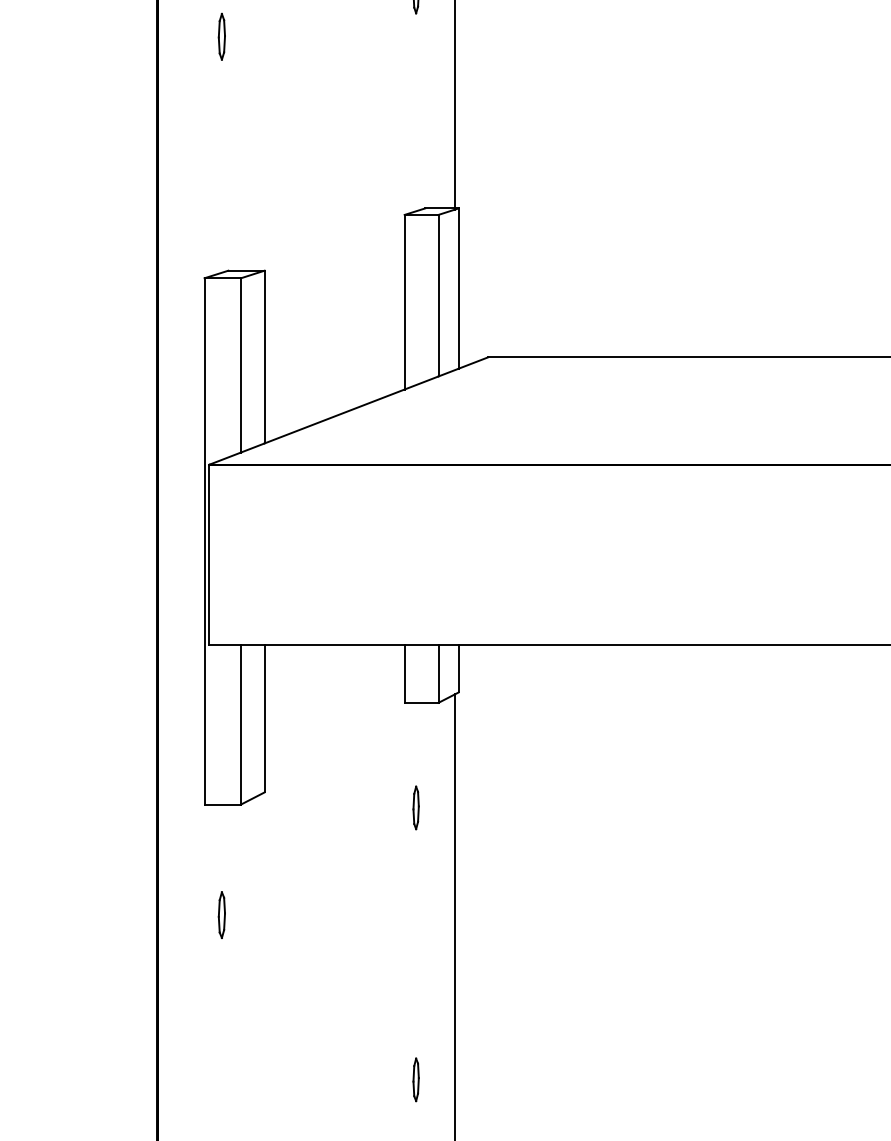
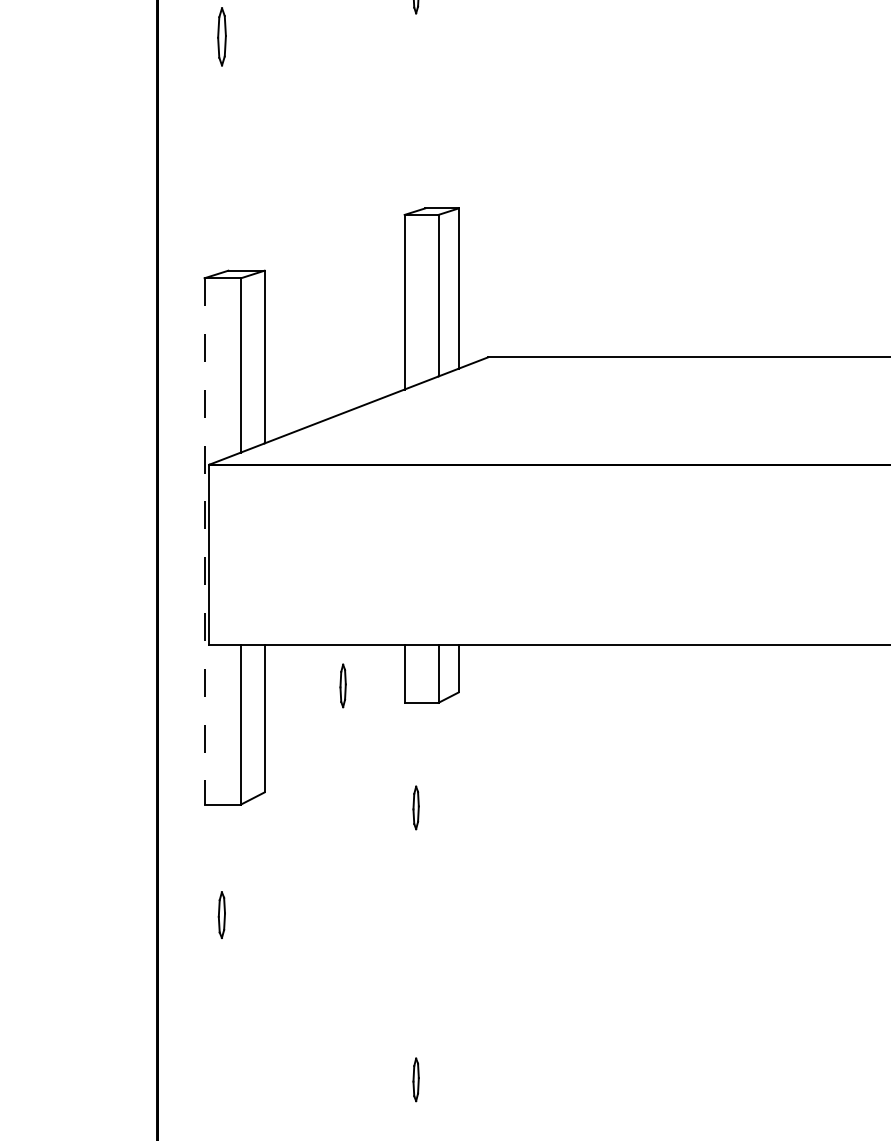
part at (221, 36) size: 9x49 px -> 10x60 px
line at (454, 105): present -> none
line at (204, 541): solid -> dashed
part at (342, 685): none -> present
line at (454, 915): present -> none
